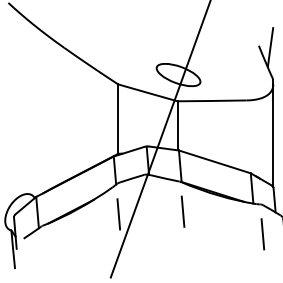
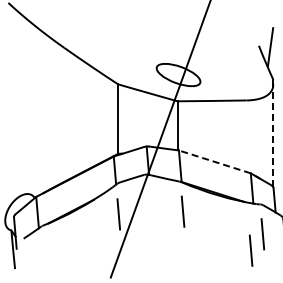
line at (273, 135): solid -> dashed
line at (214, 161): solid -> dashed
line at (250, 250): none -> present
